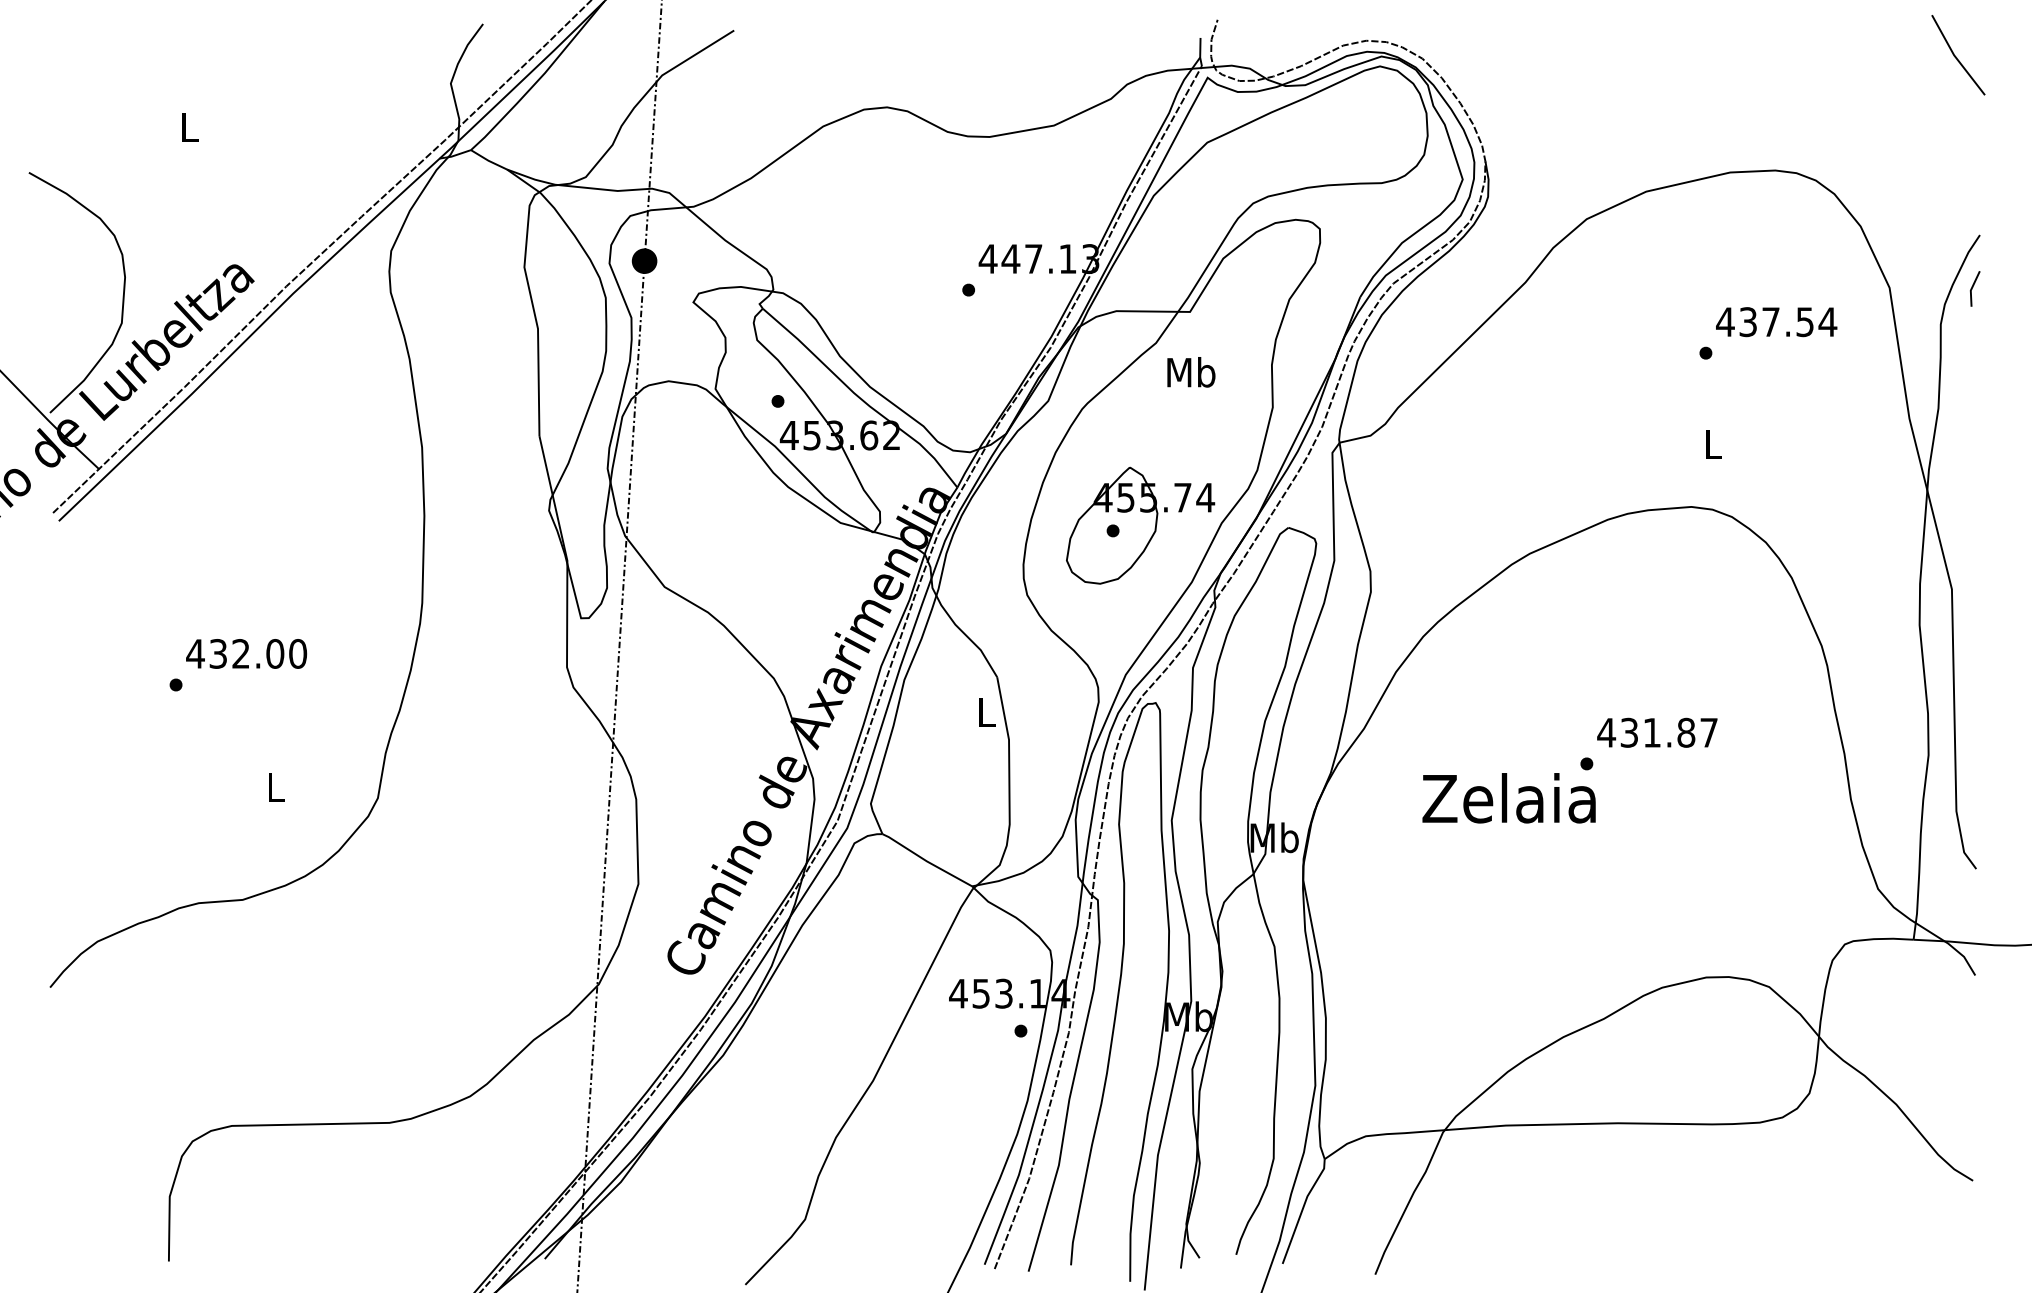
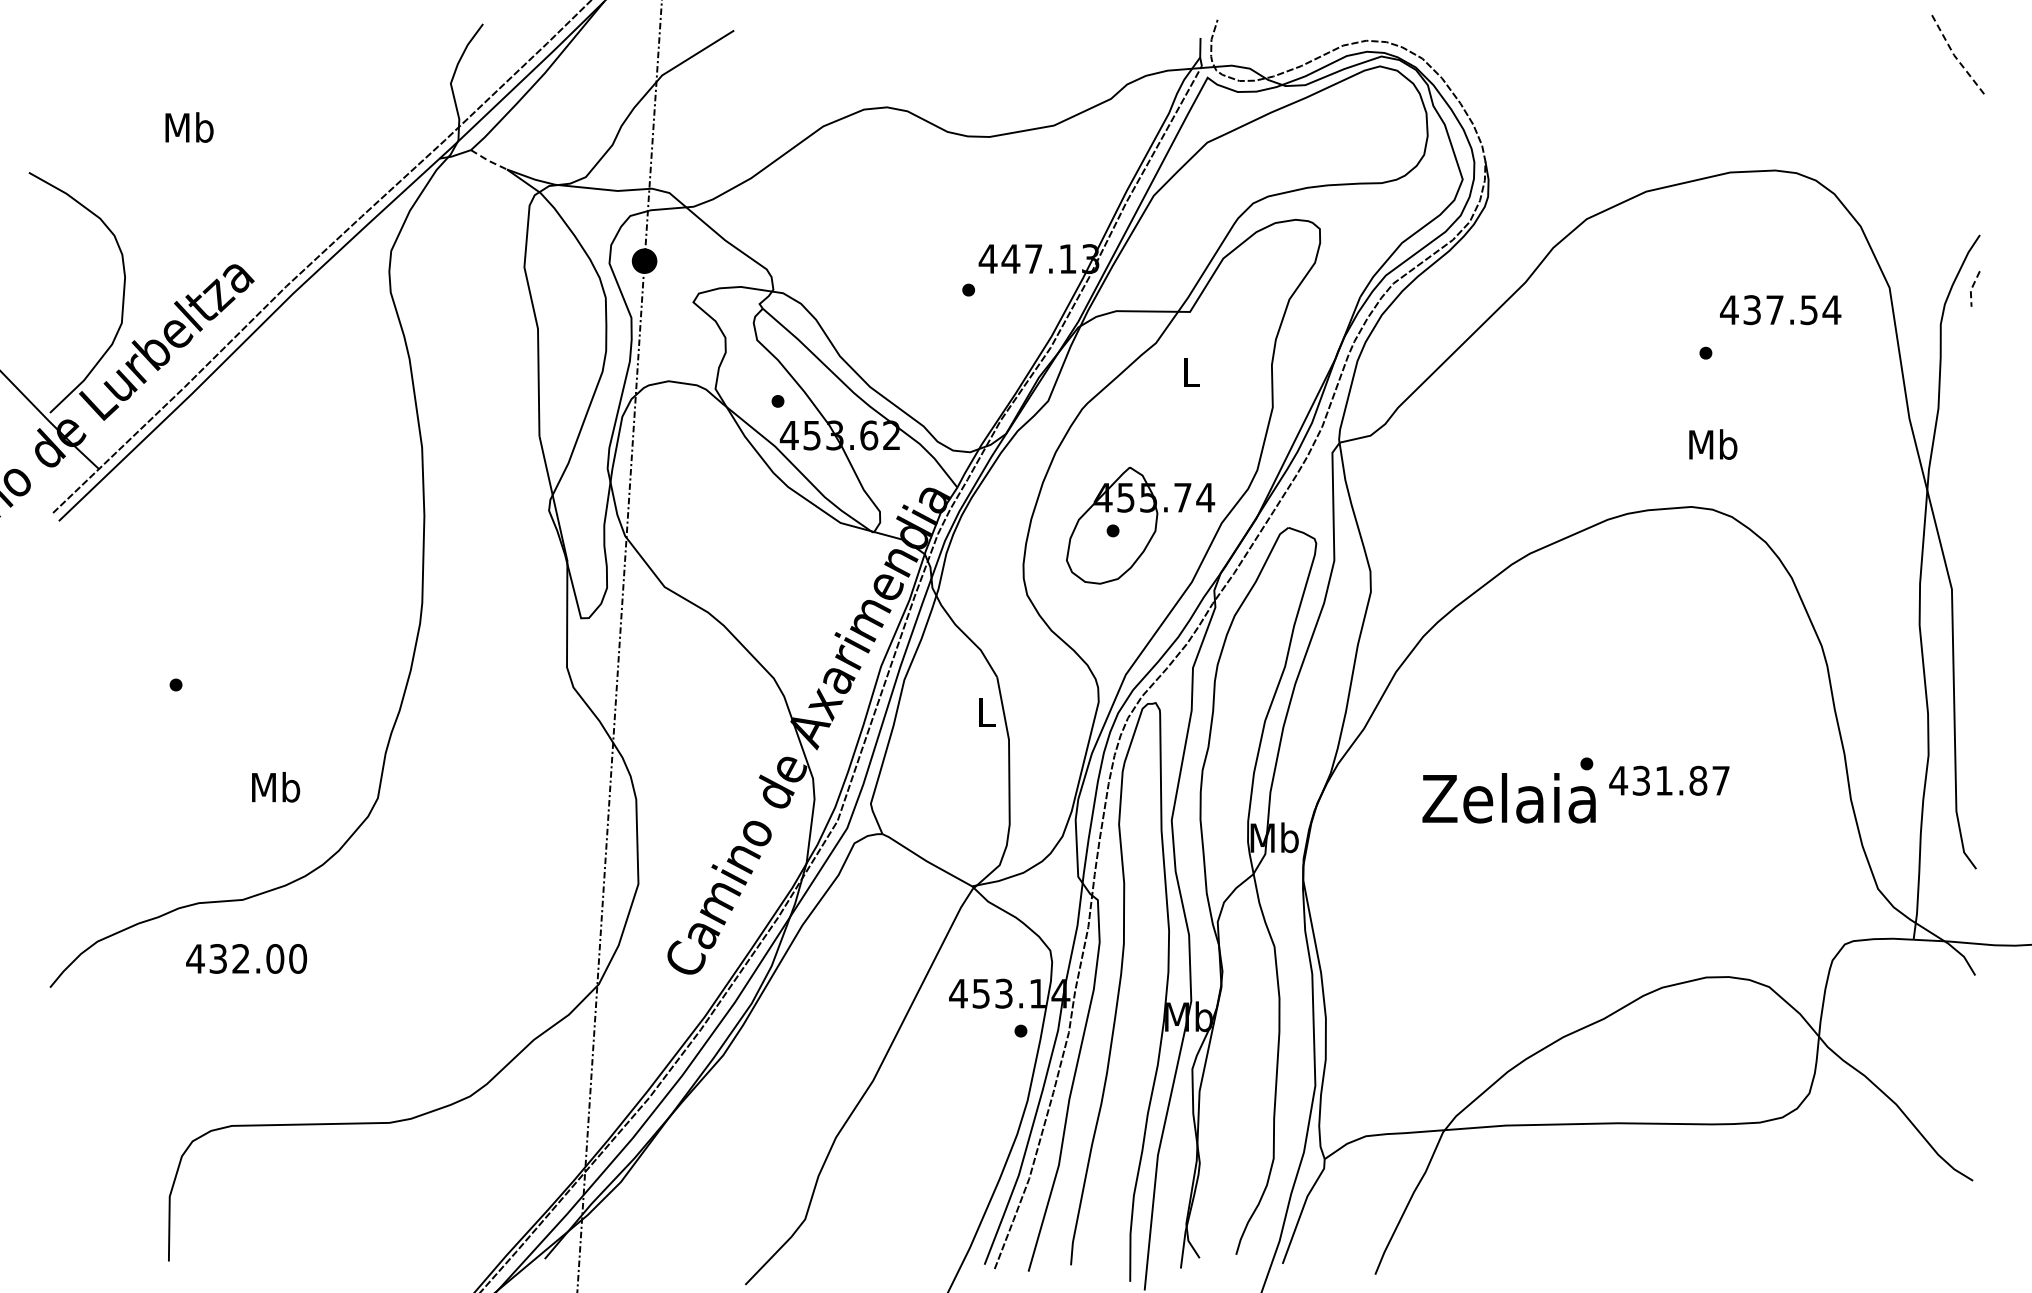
line at (1955, 56): solid -> dashed
text at (189, 127): L -> Mb
line at (488, 160): solid -> dashed
line at (1971, 288): solid -> dashed
text at (1776, 322) position: (1776, 322) -> (1780, 310)
text at (1191, 372): Mb -> L
text at (1713, 444): L -> Mb
text at (246, 653) position: (246, 653) -> (246, 958)
text at (1657, 732) position: (1657, 732) -> (1669, 780)
text at (276, 787): L -> Mb
